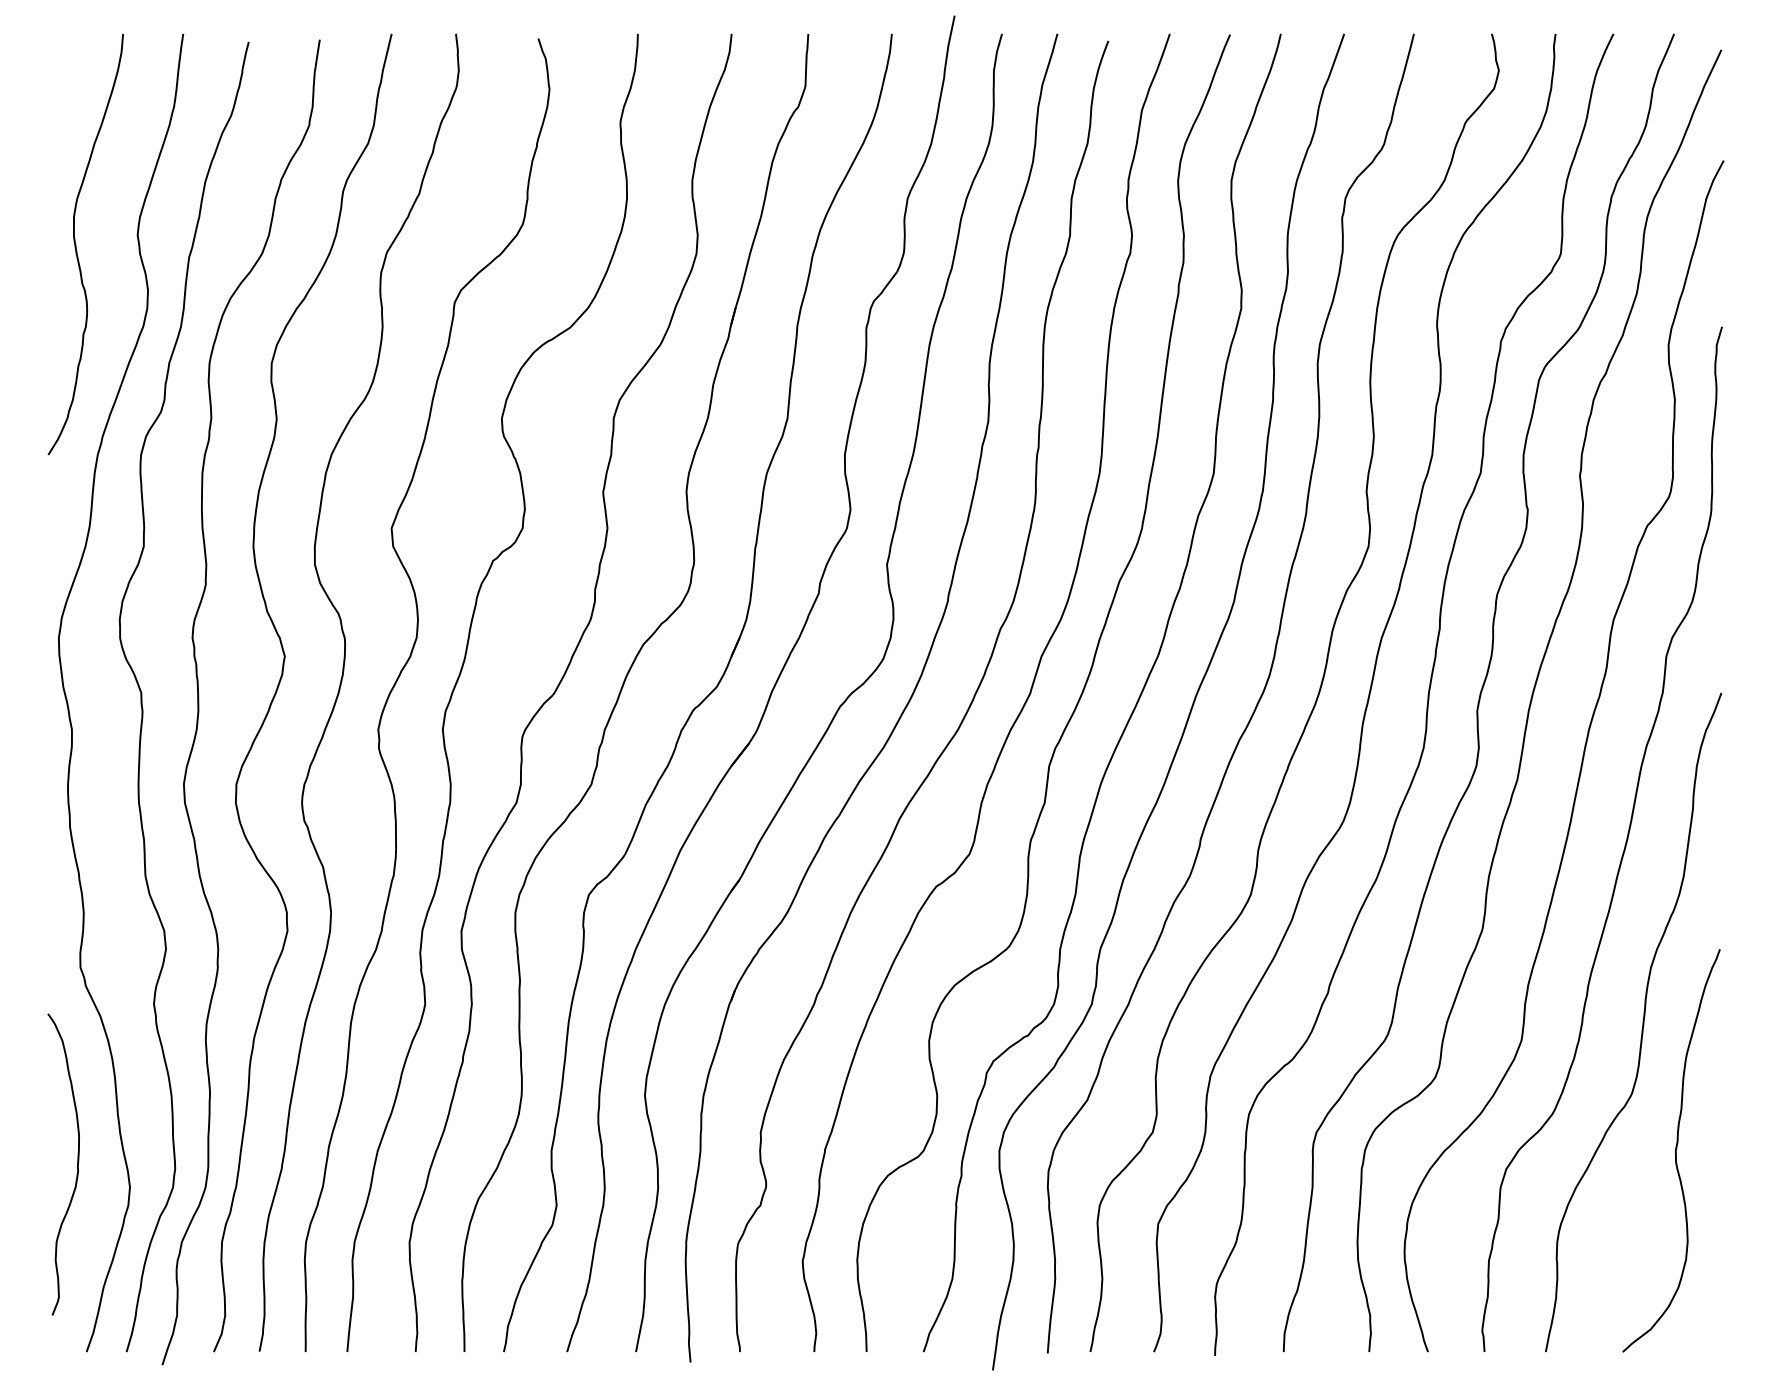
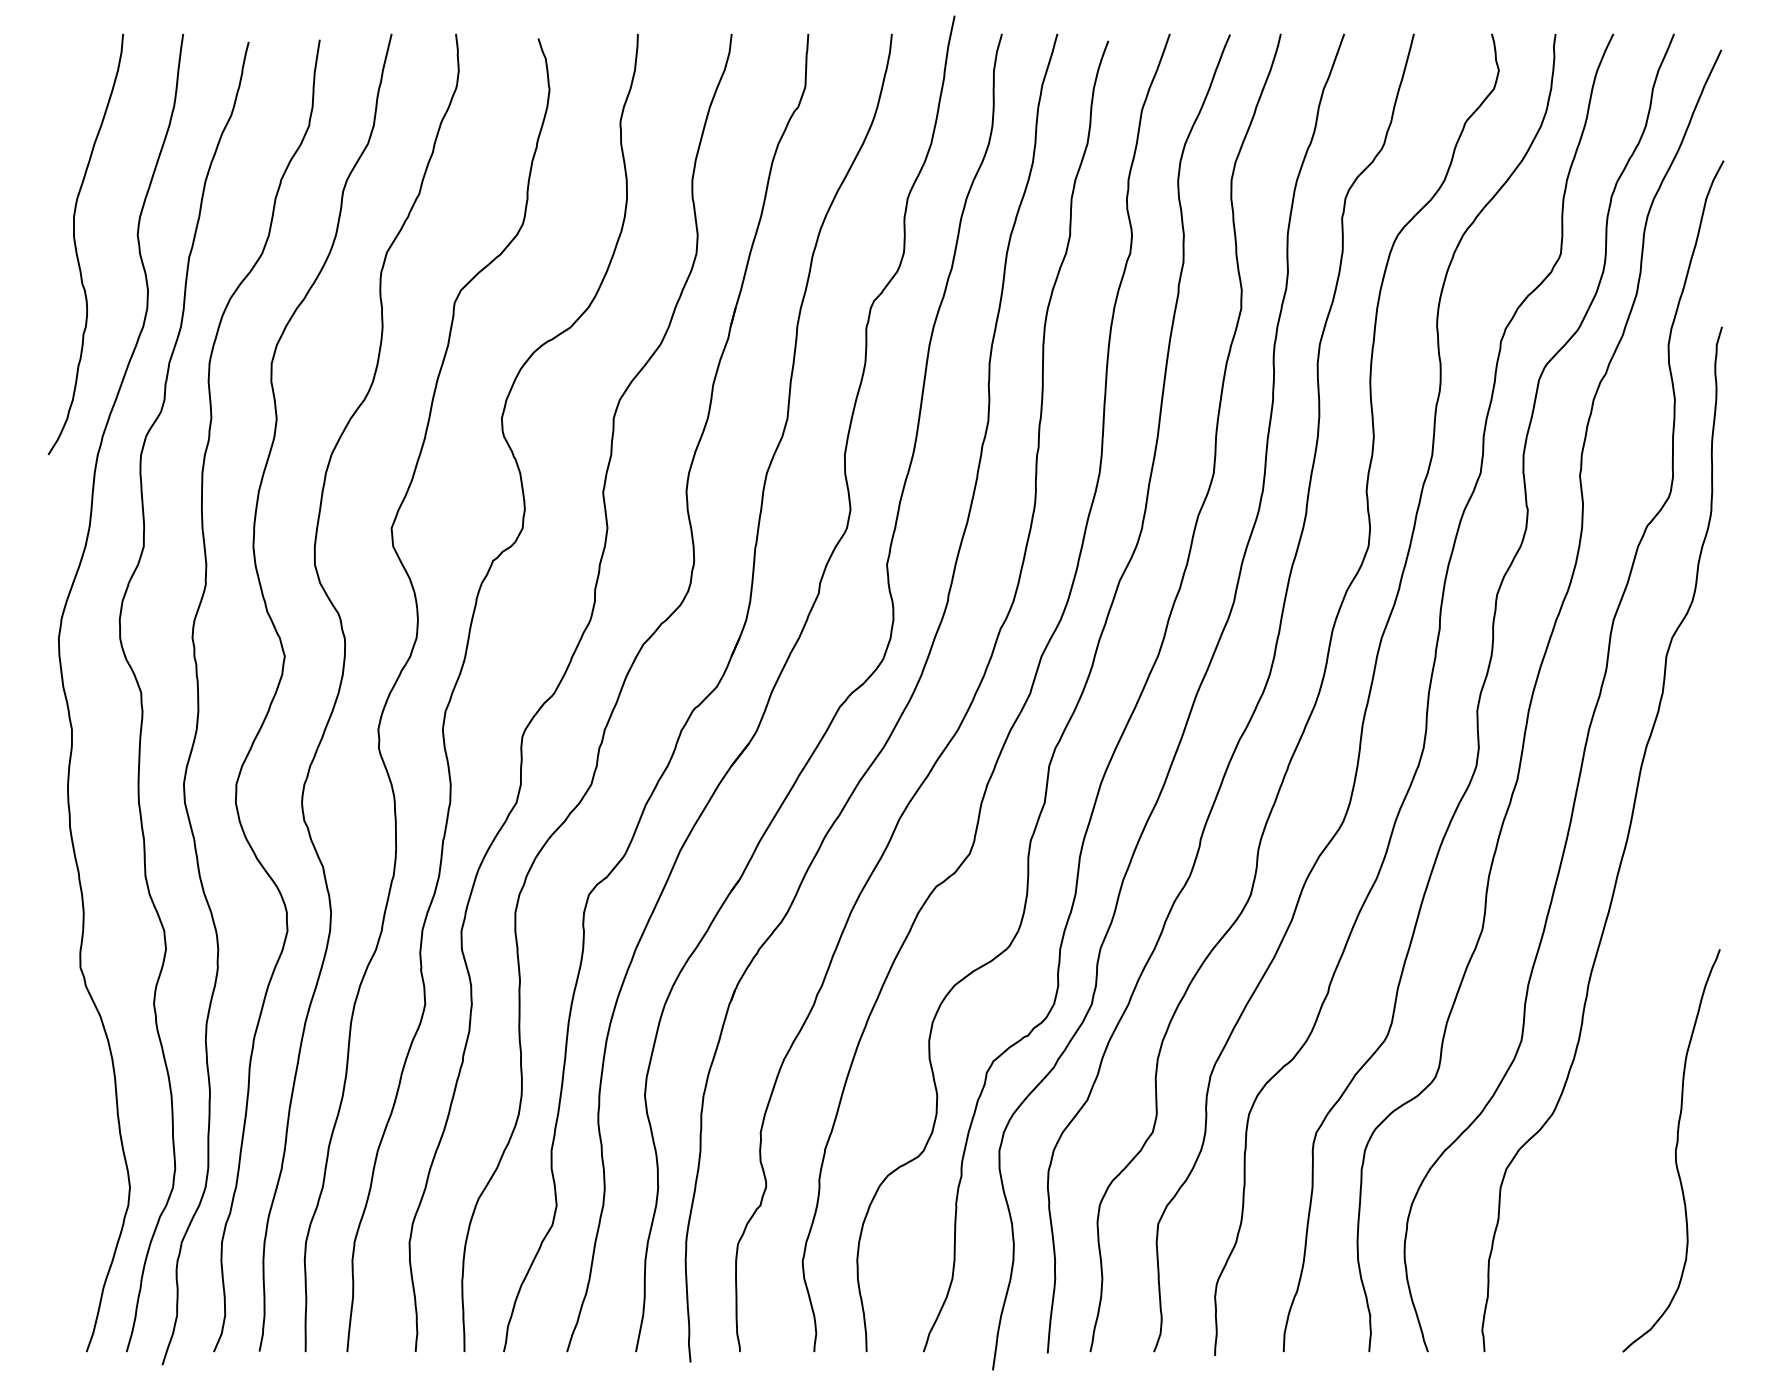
curve at (1642, 1022): present -> none
curve at (77, 1164): present -> none
